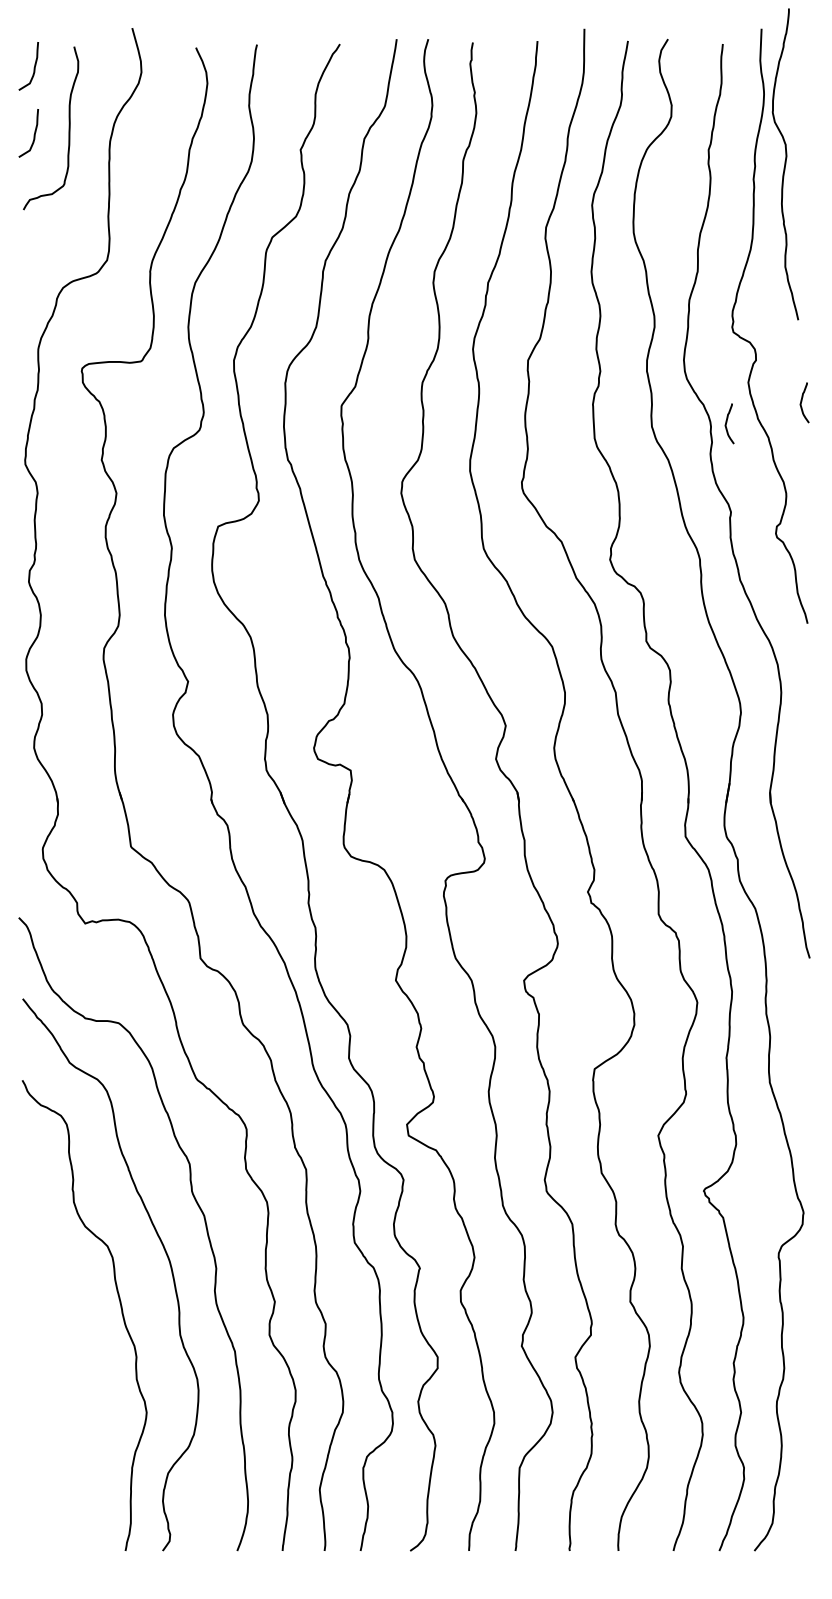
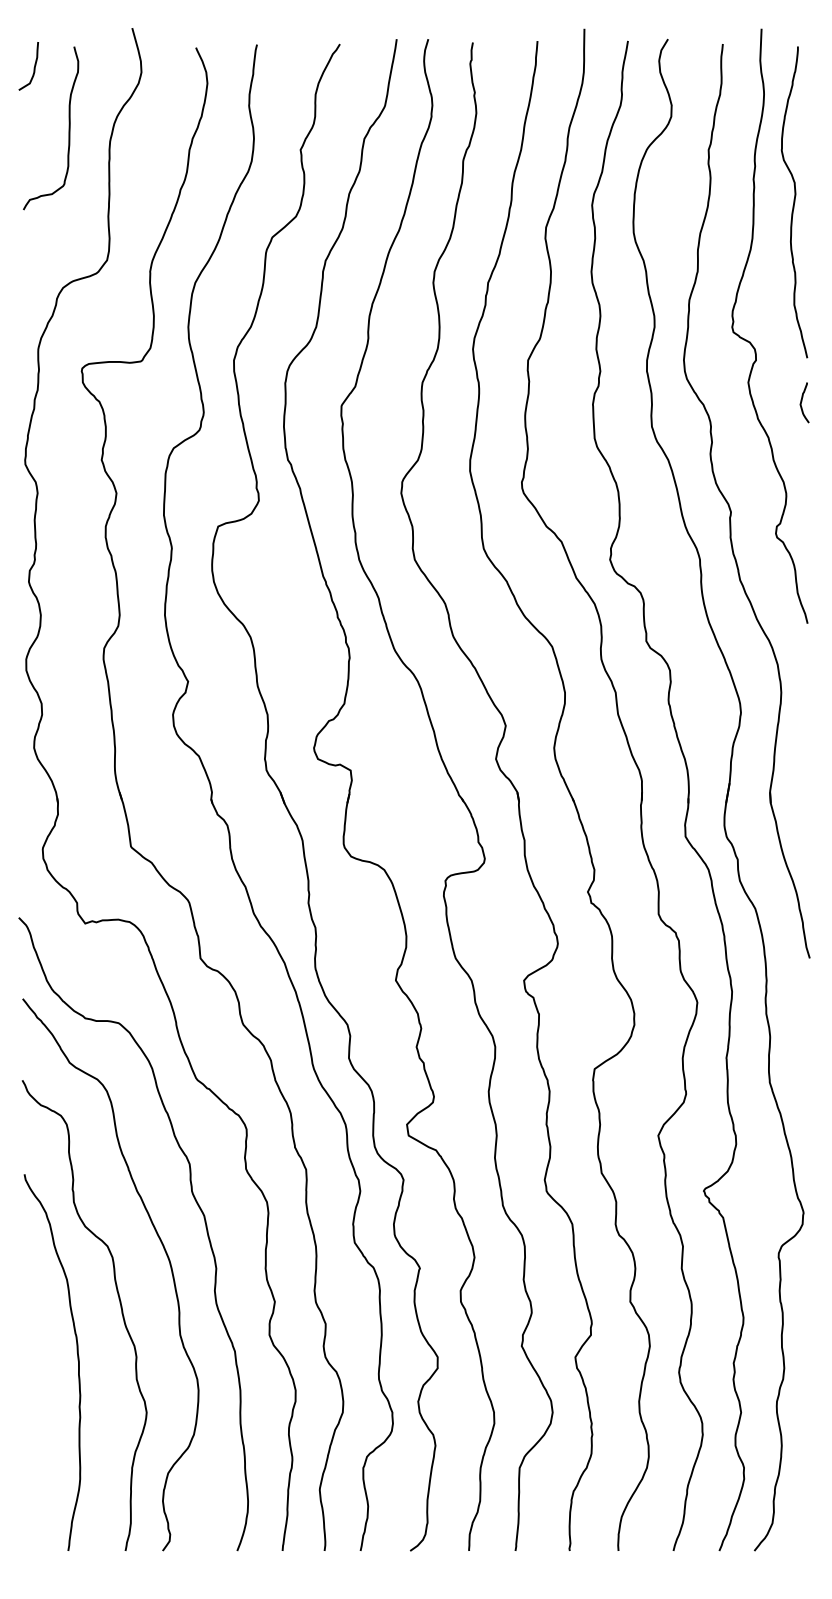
curve at (33, 134): present -> none
curve at (785, 164) position: (785, 164) -> (794, 202)
curve at (727, 422): present -> none
curve at (77, 1360): none -> present
